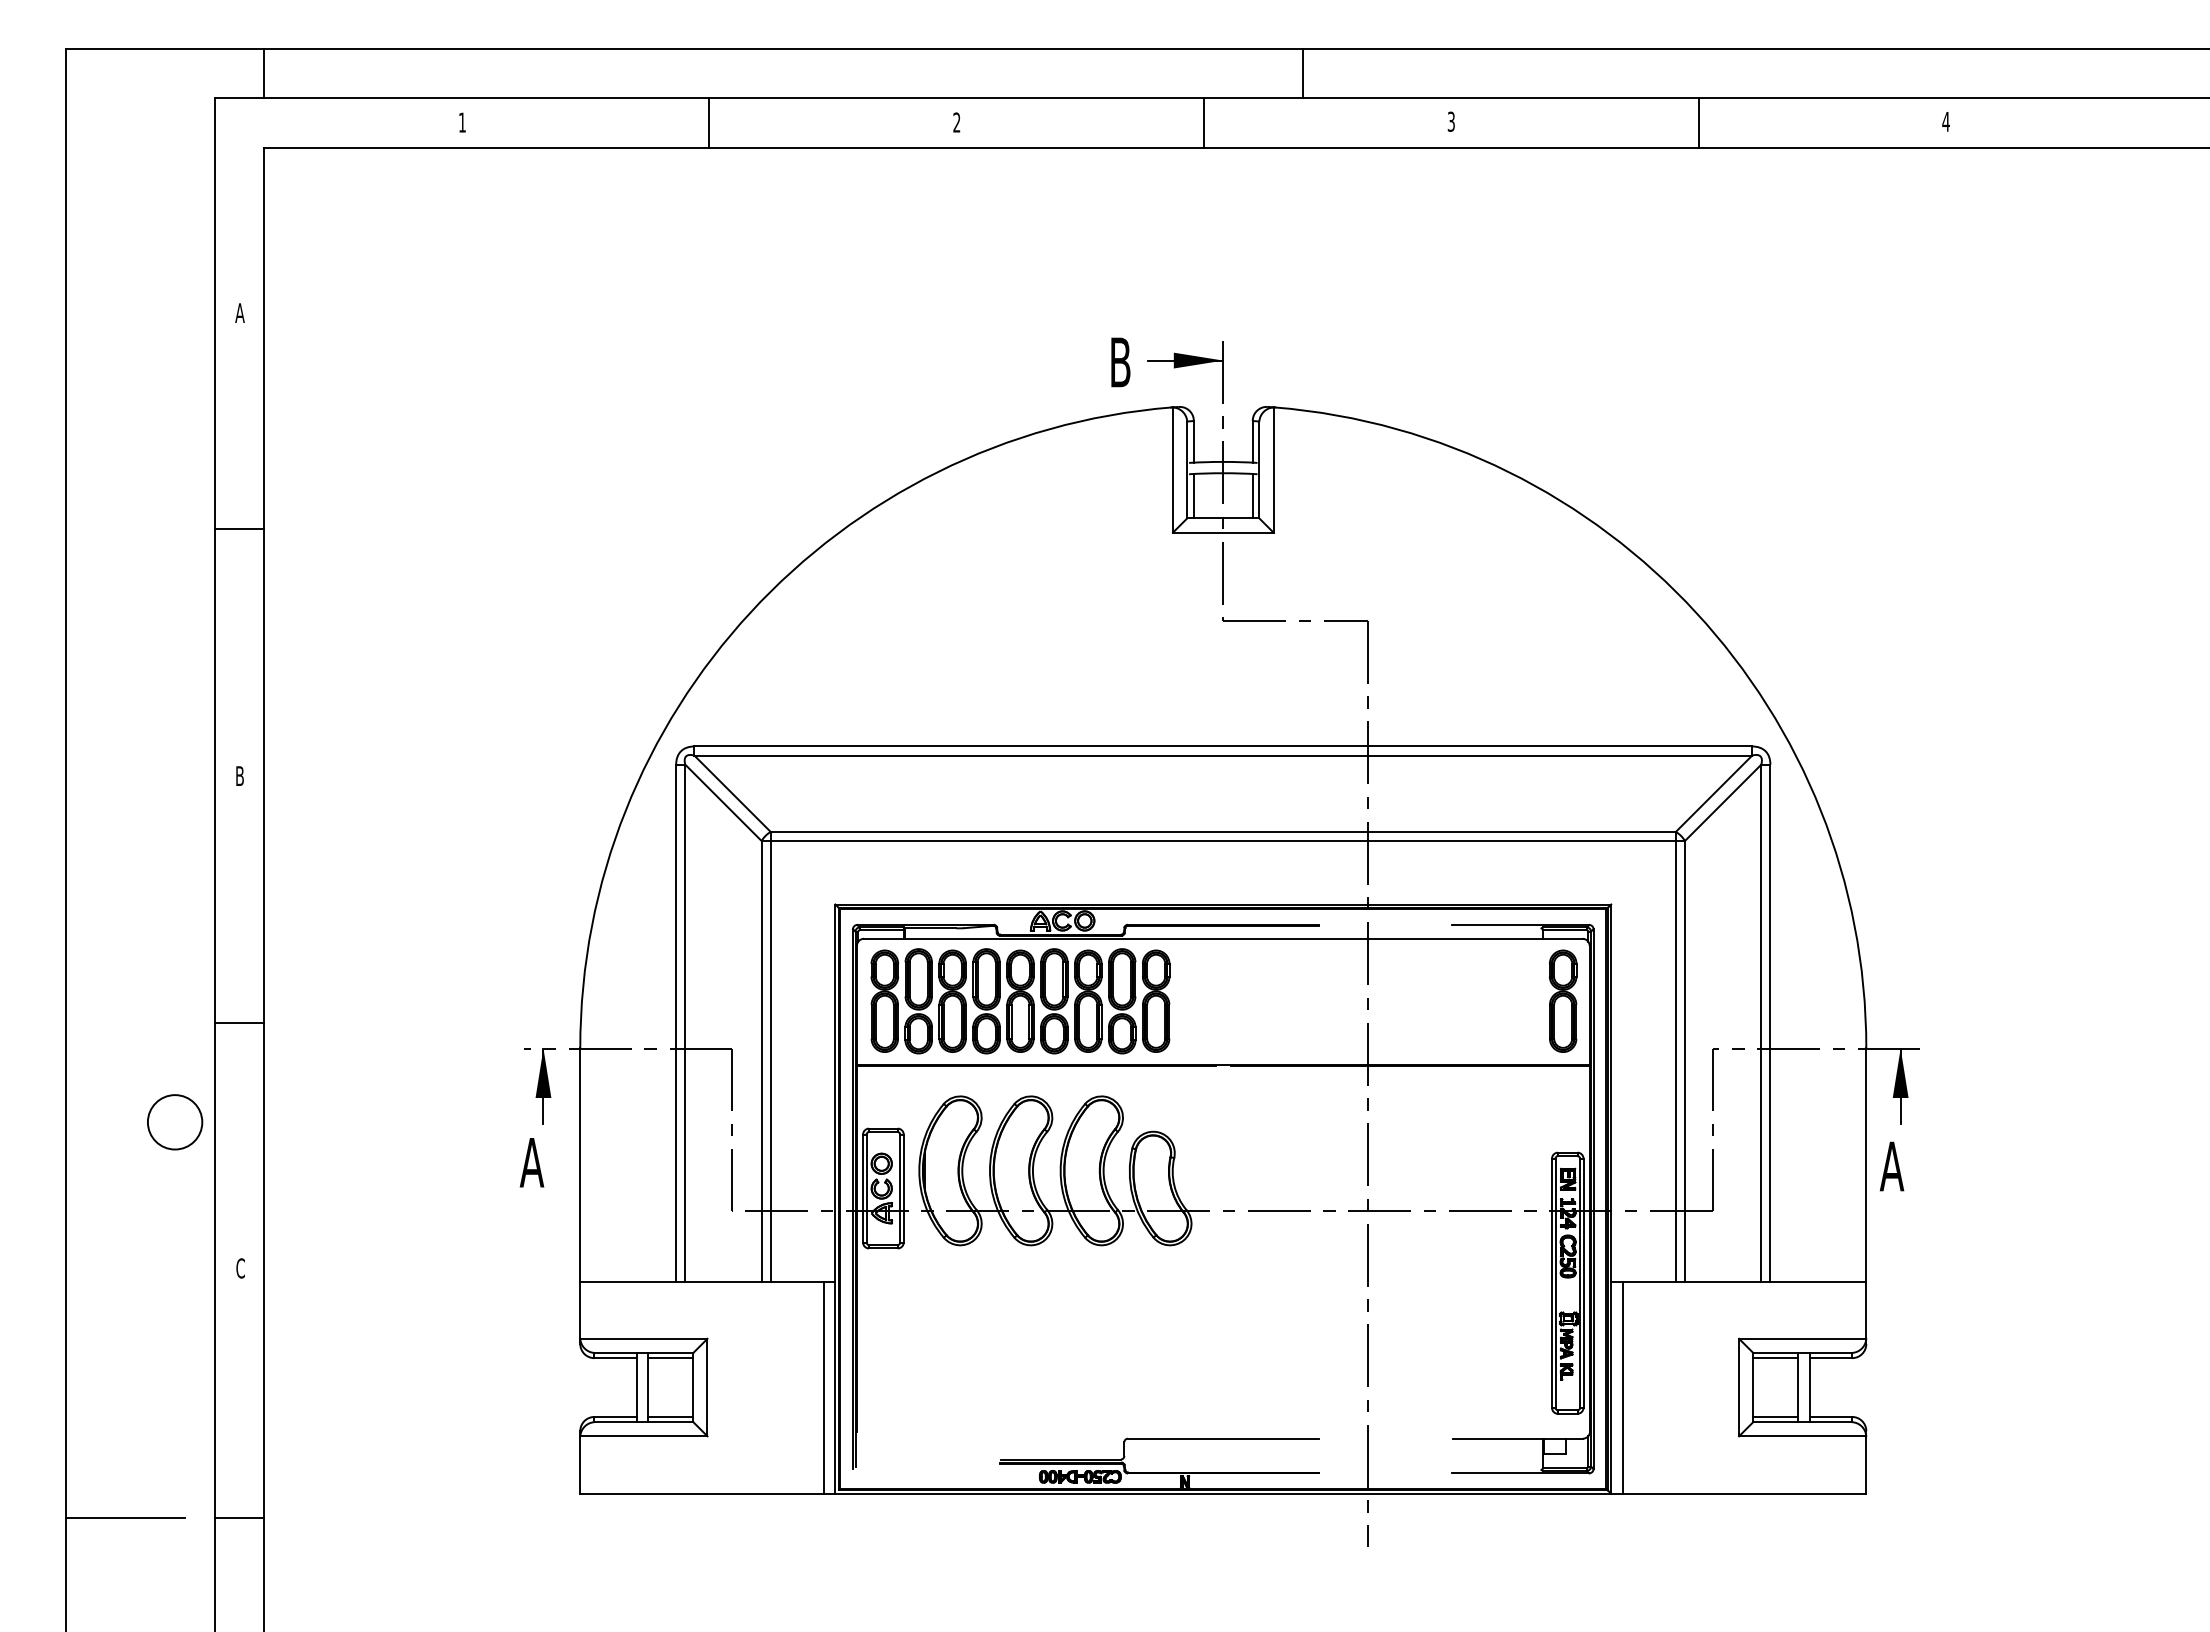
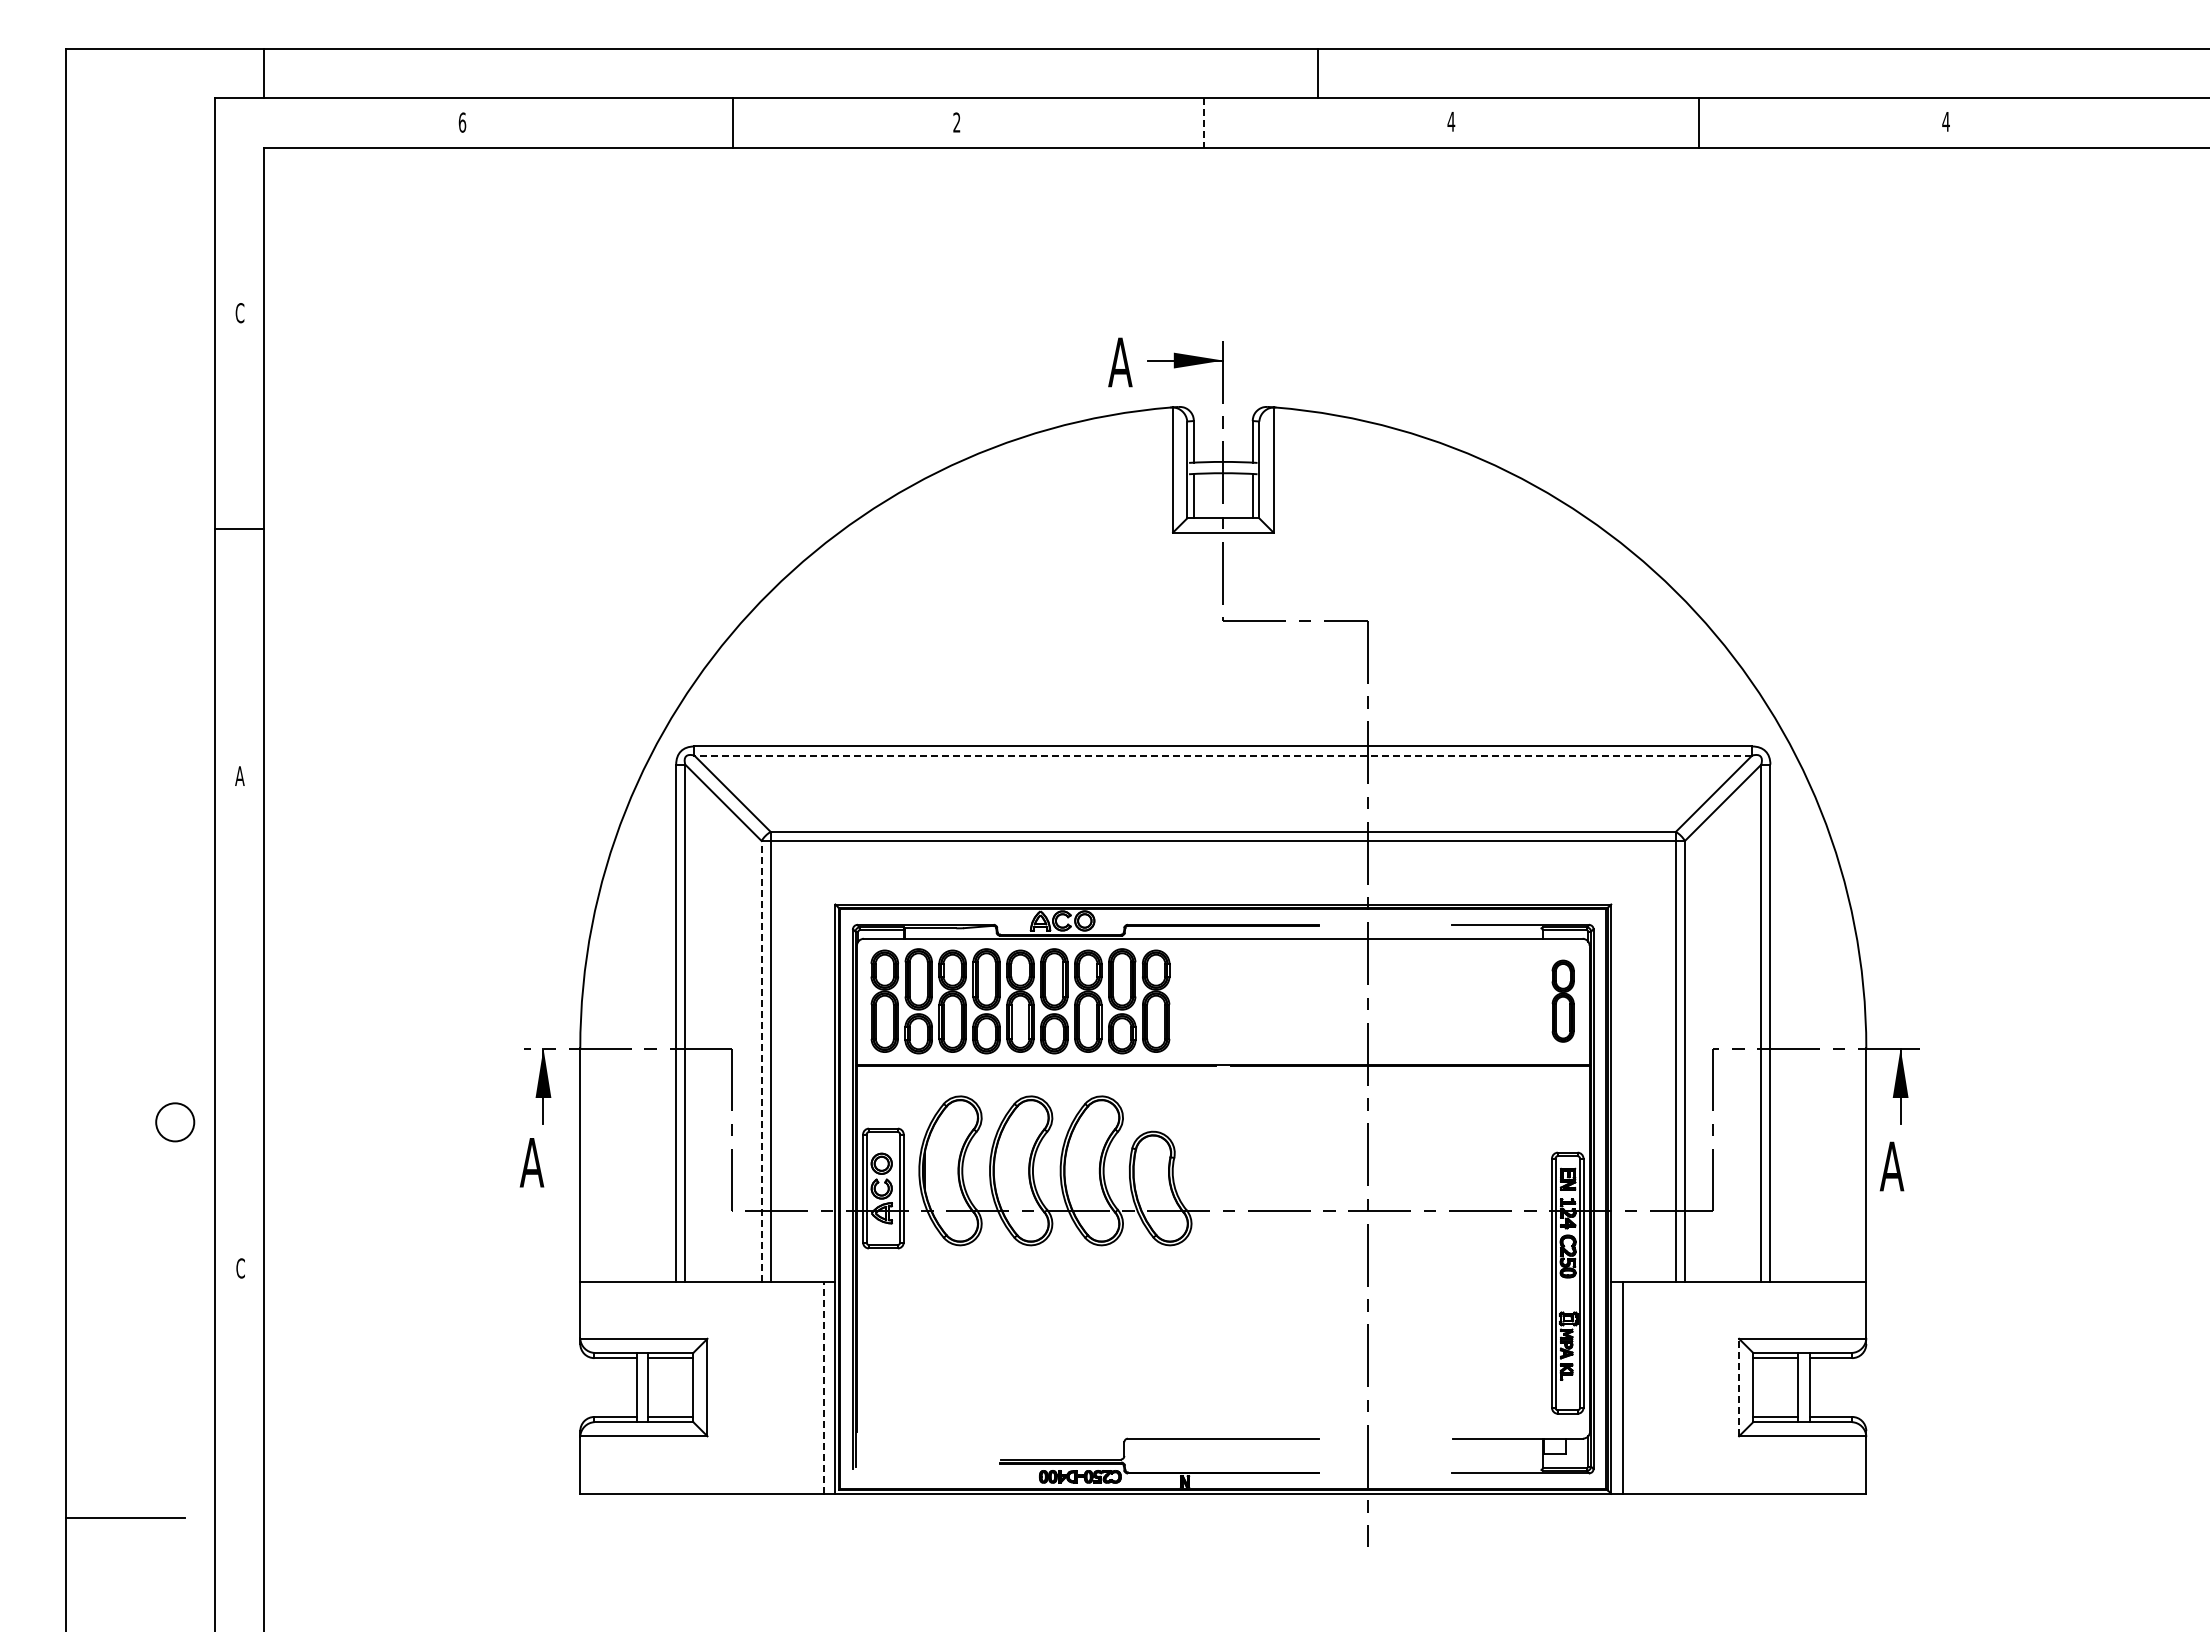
line at (1302, 73) position: (1302, 73) -> (1317, 73)
text at (1451, 121): 3 -> 4
text at (462, 122): 1 -> 6
line at (709, 122) position: (709, 122) -> (733, 122)
line at (1203, 123): solid -> dashed
text at (239, 313): A -> C
text at (1120, 362): B -> A
line at (1223, 755): solid -> dashed
text at (239, 775): B -> A
part at (1563, 1000) size: 29x104 px -> 24x84 px
line at (239, 1023): present -> none
line at (761, 1060): solid -> dashed
circle at (175, 1122) size: 57x57 px -> 41x41 px
line at (823, 1387): solid -> dashed
line at (1739, 1387): solid -> dashed
line at (239, 1518): present -> none
